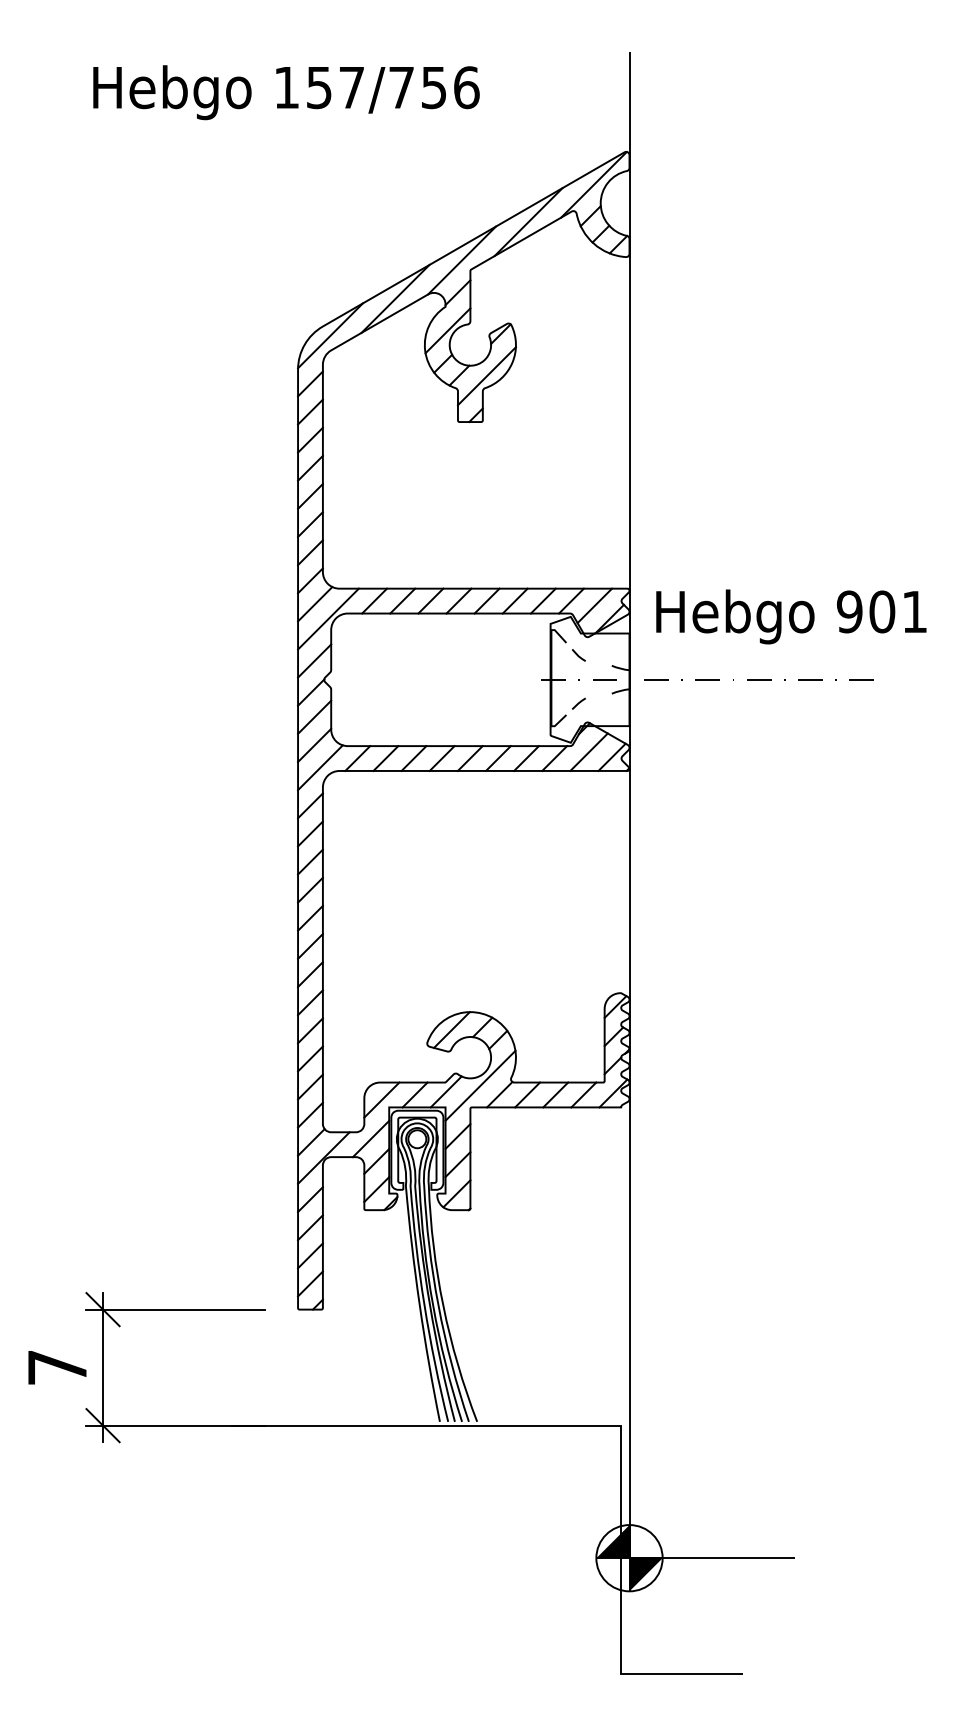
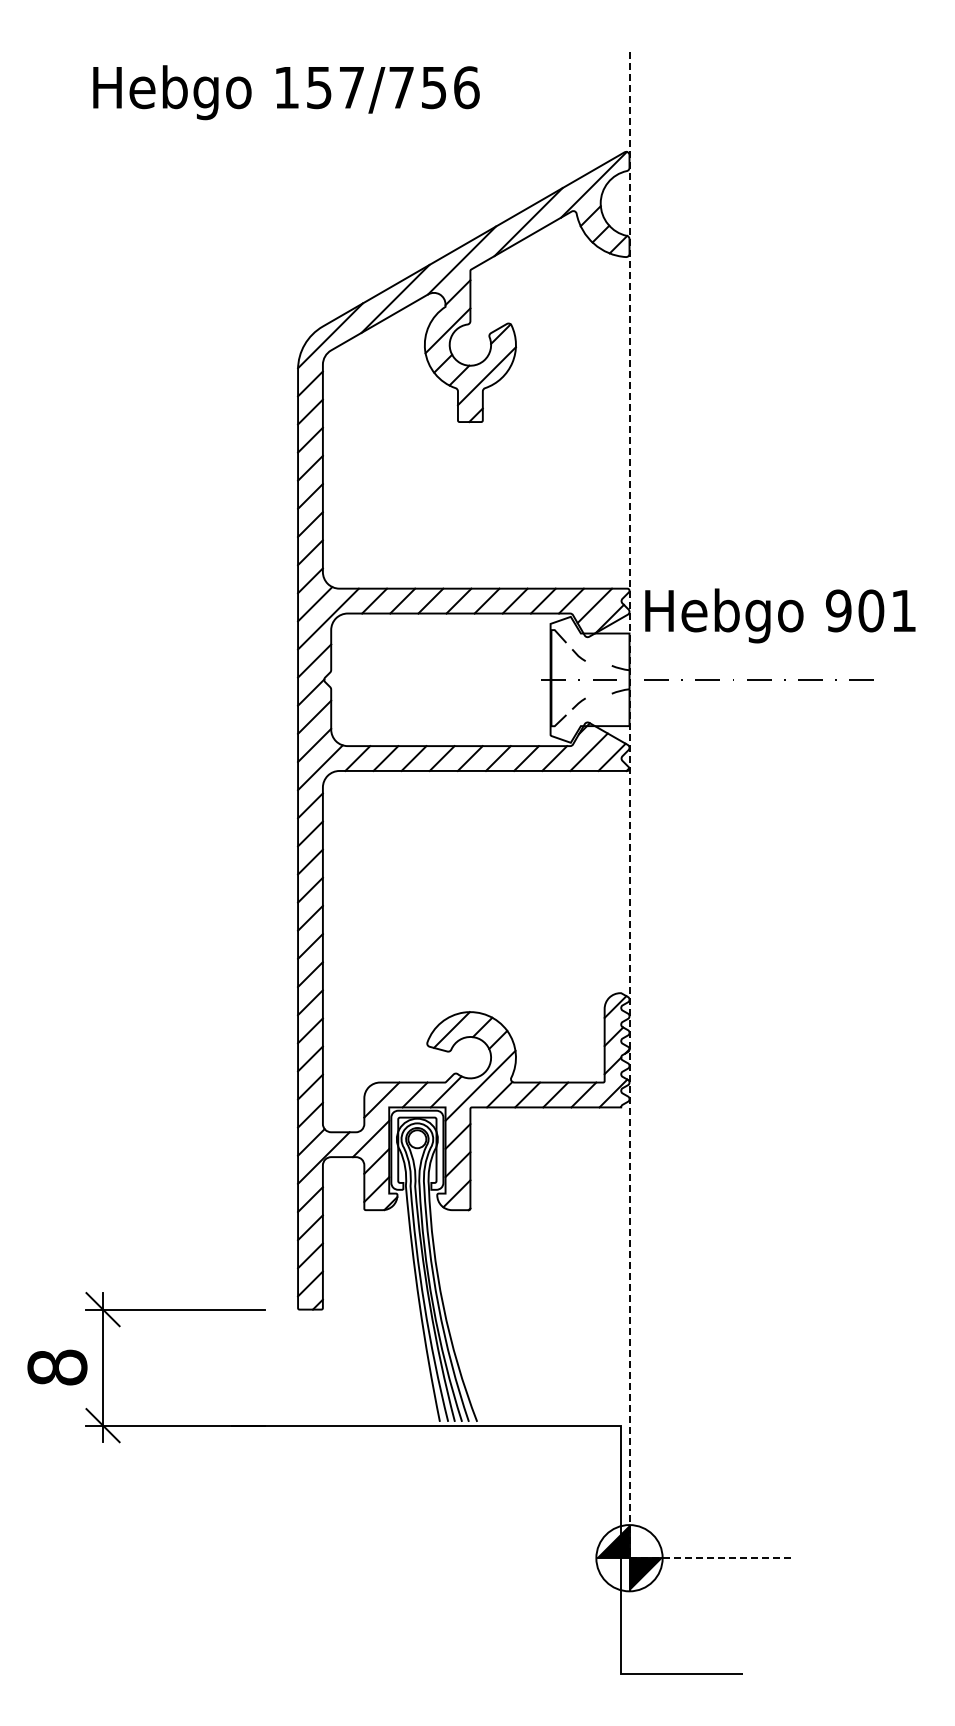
text at (791, 616) position: (791, 616) -> (780, 615)
line at (629, 888): solid -> dashed
text at (57, 1367): 7 -> 8
